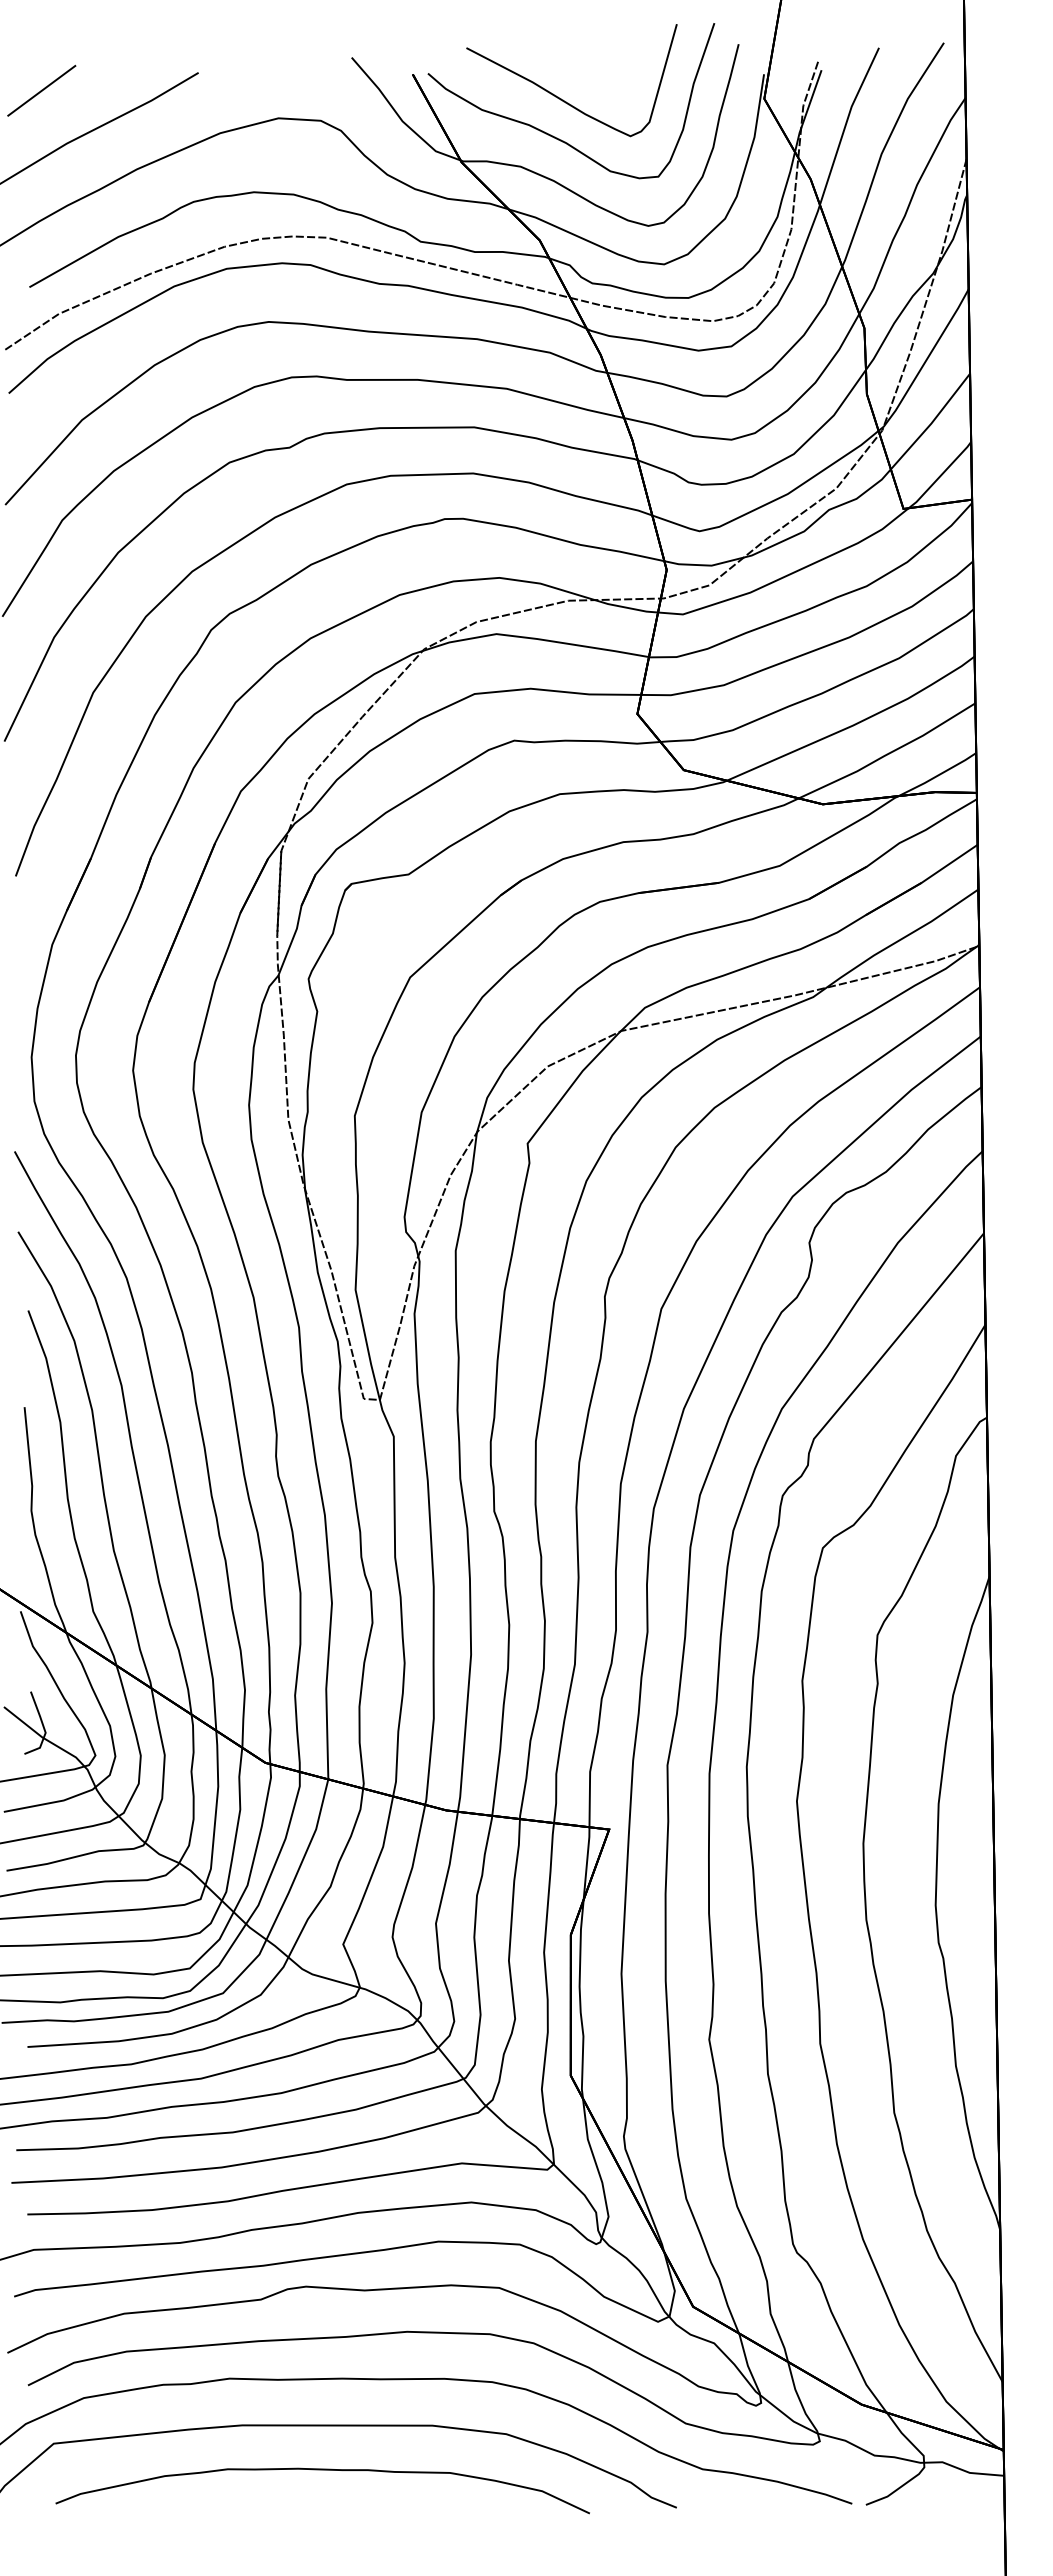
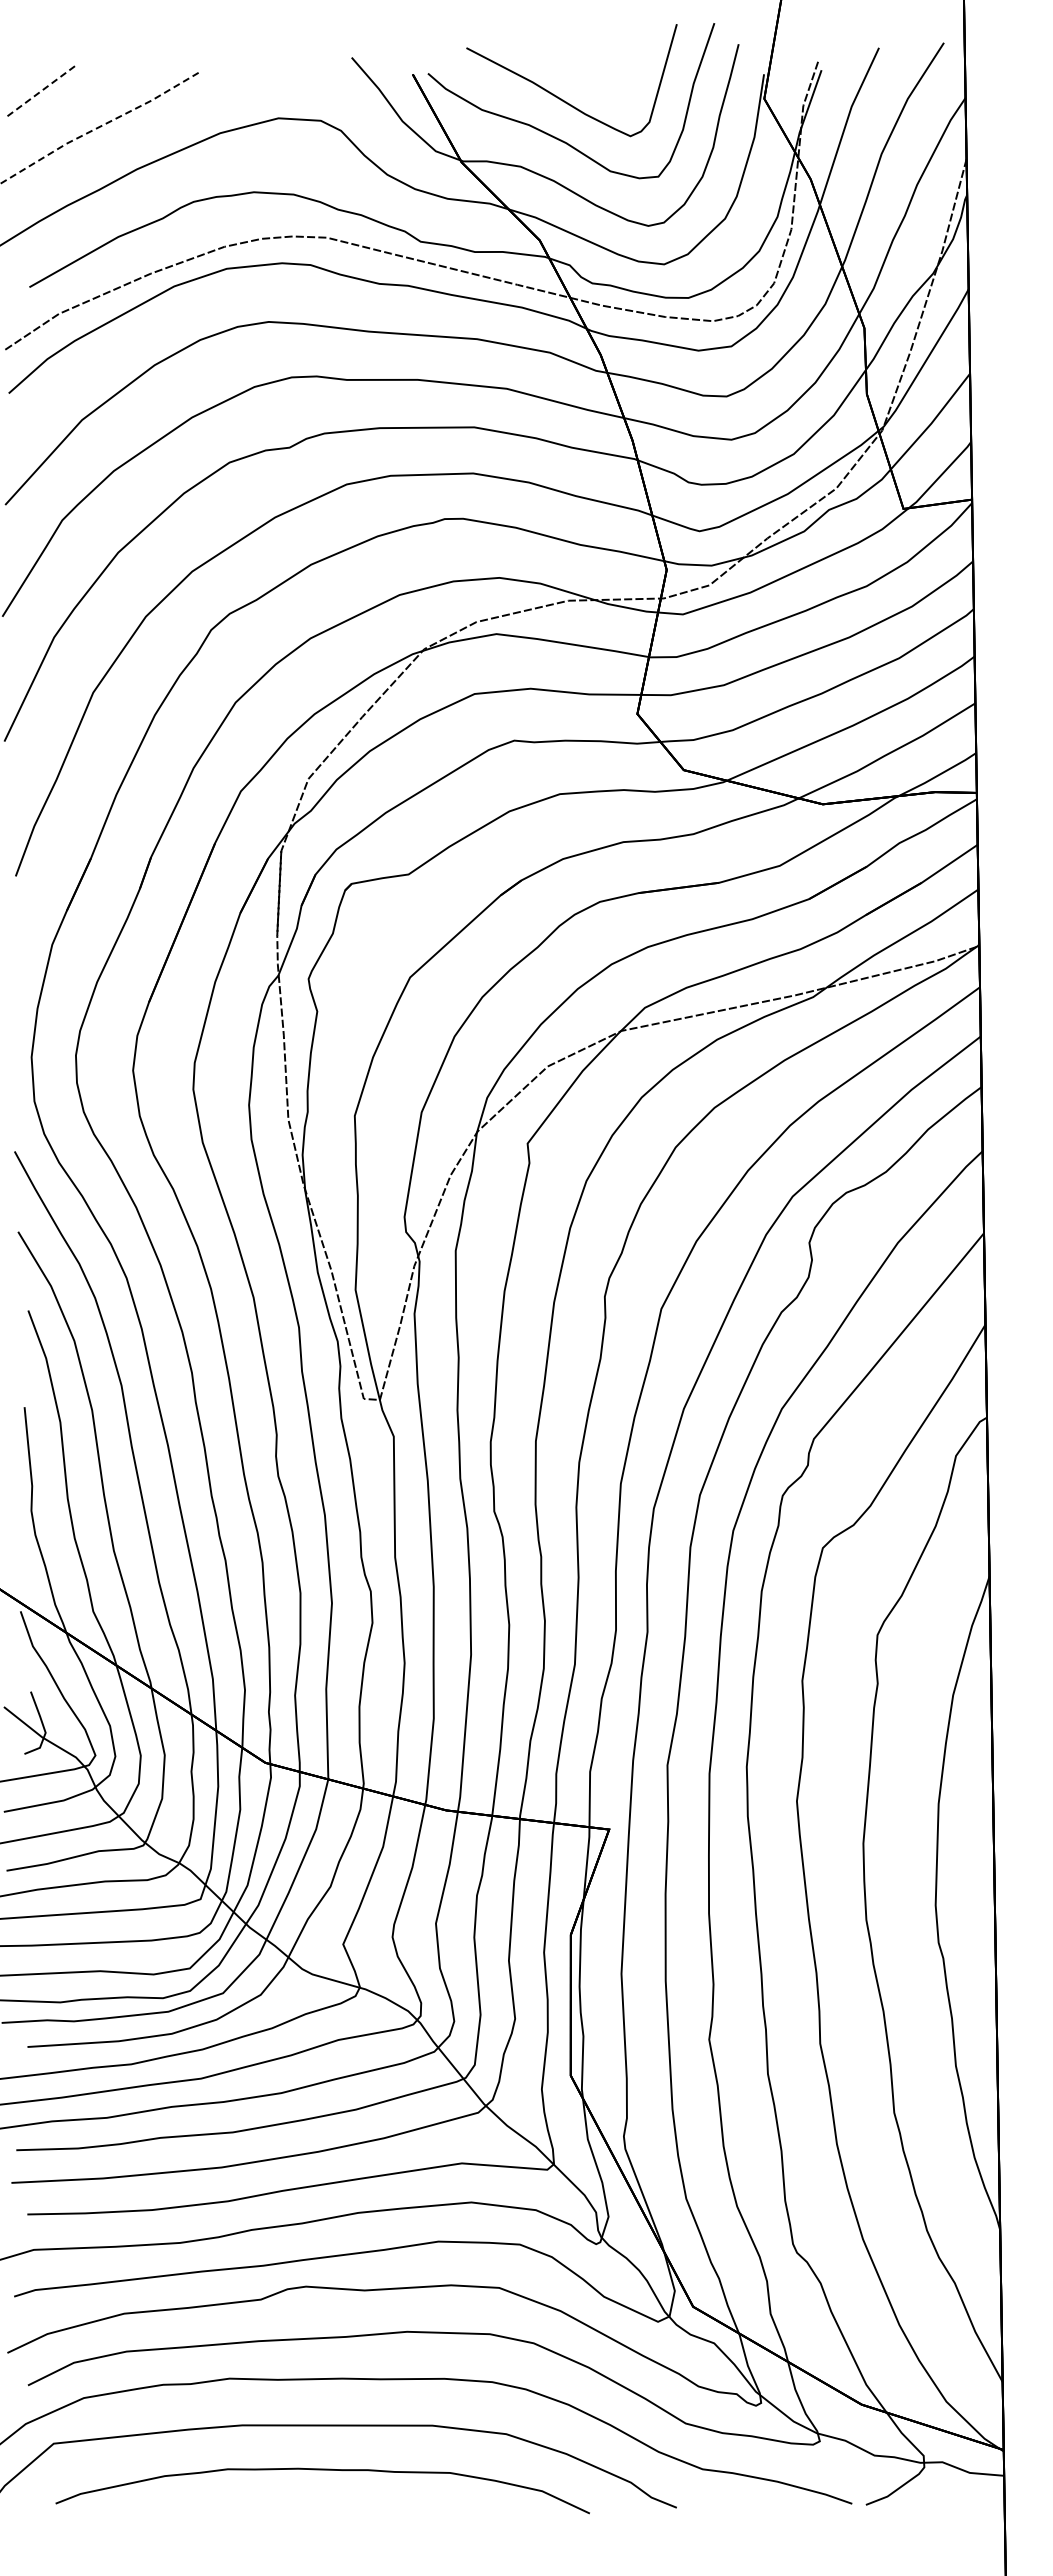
line at (41, 90): solid -> dashed
line at (98, 127): solid -> dashed
